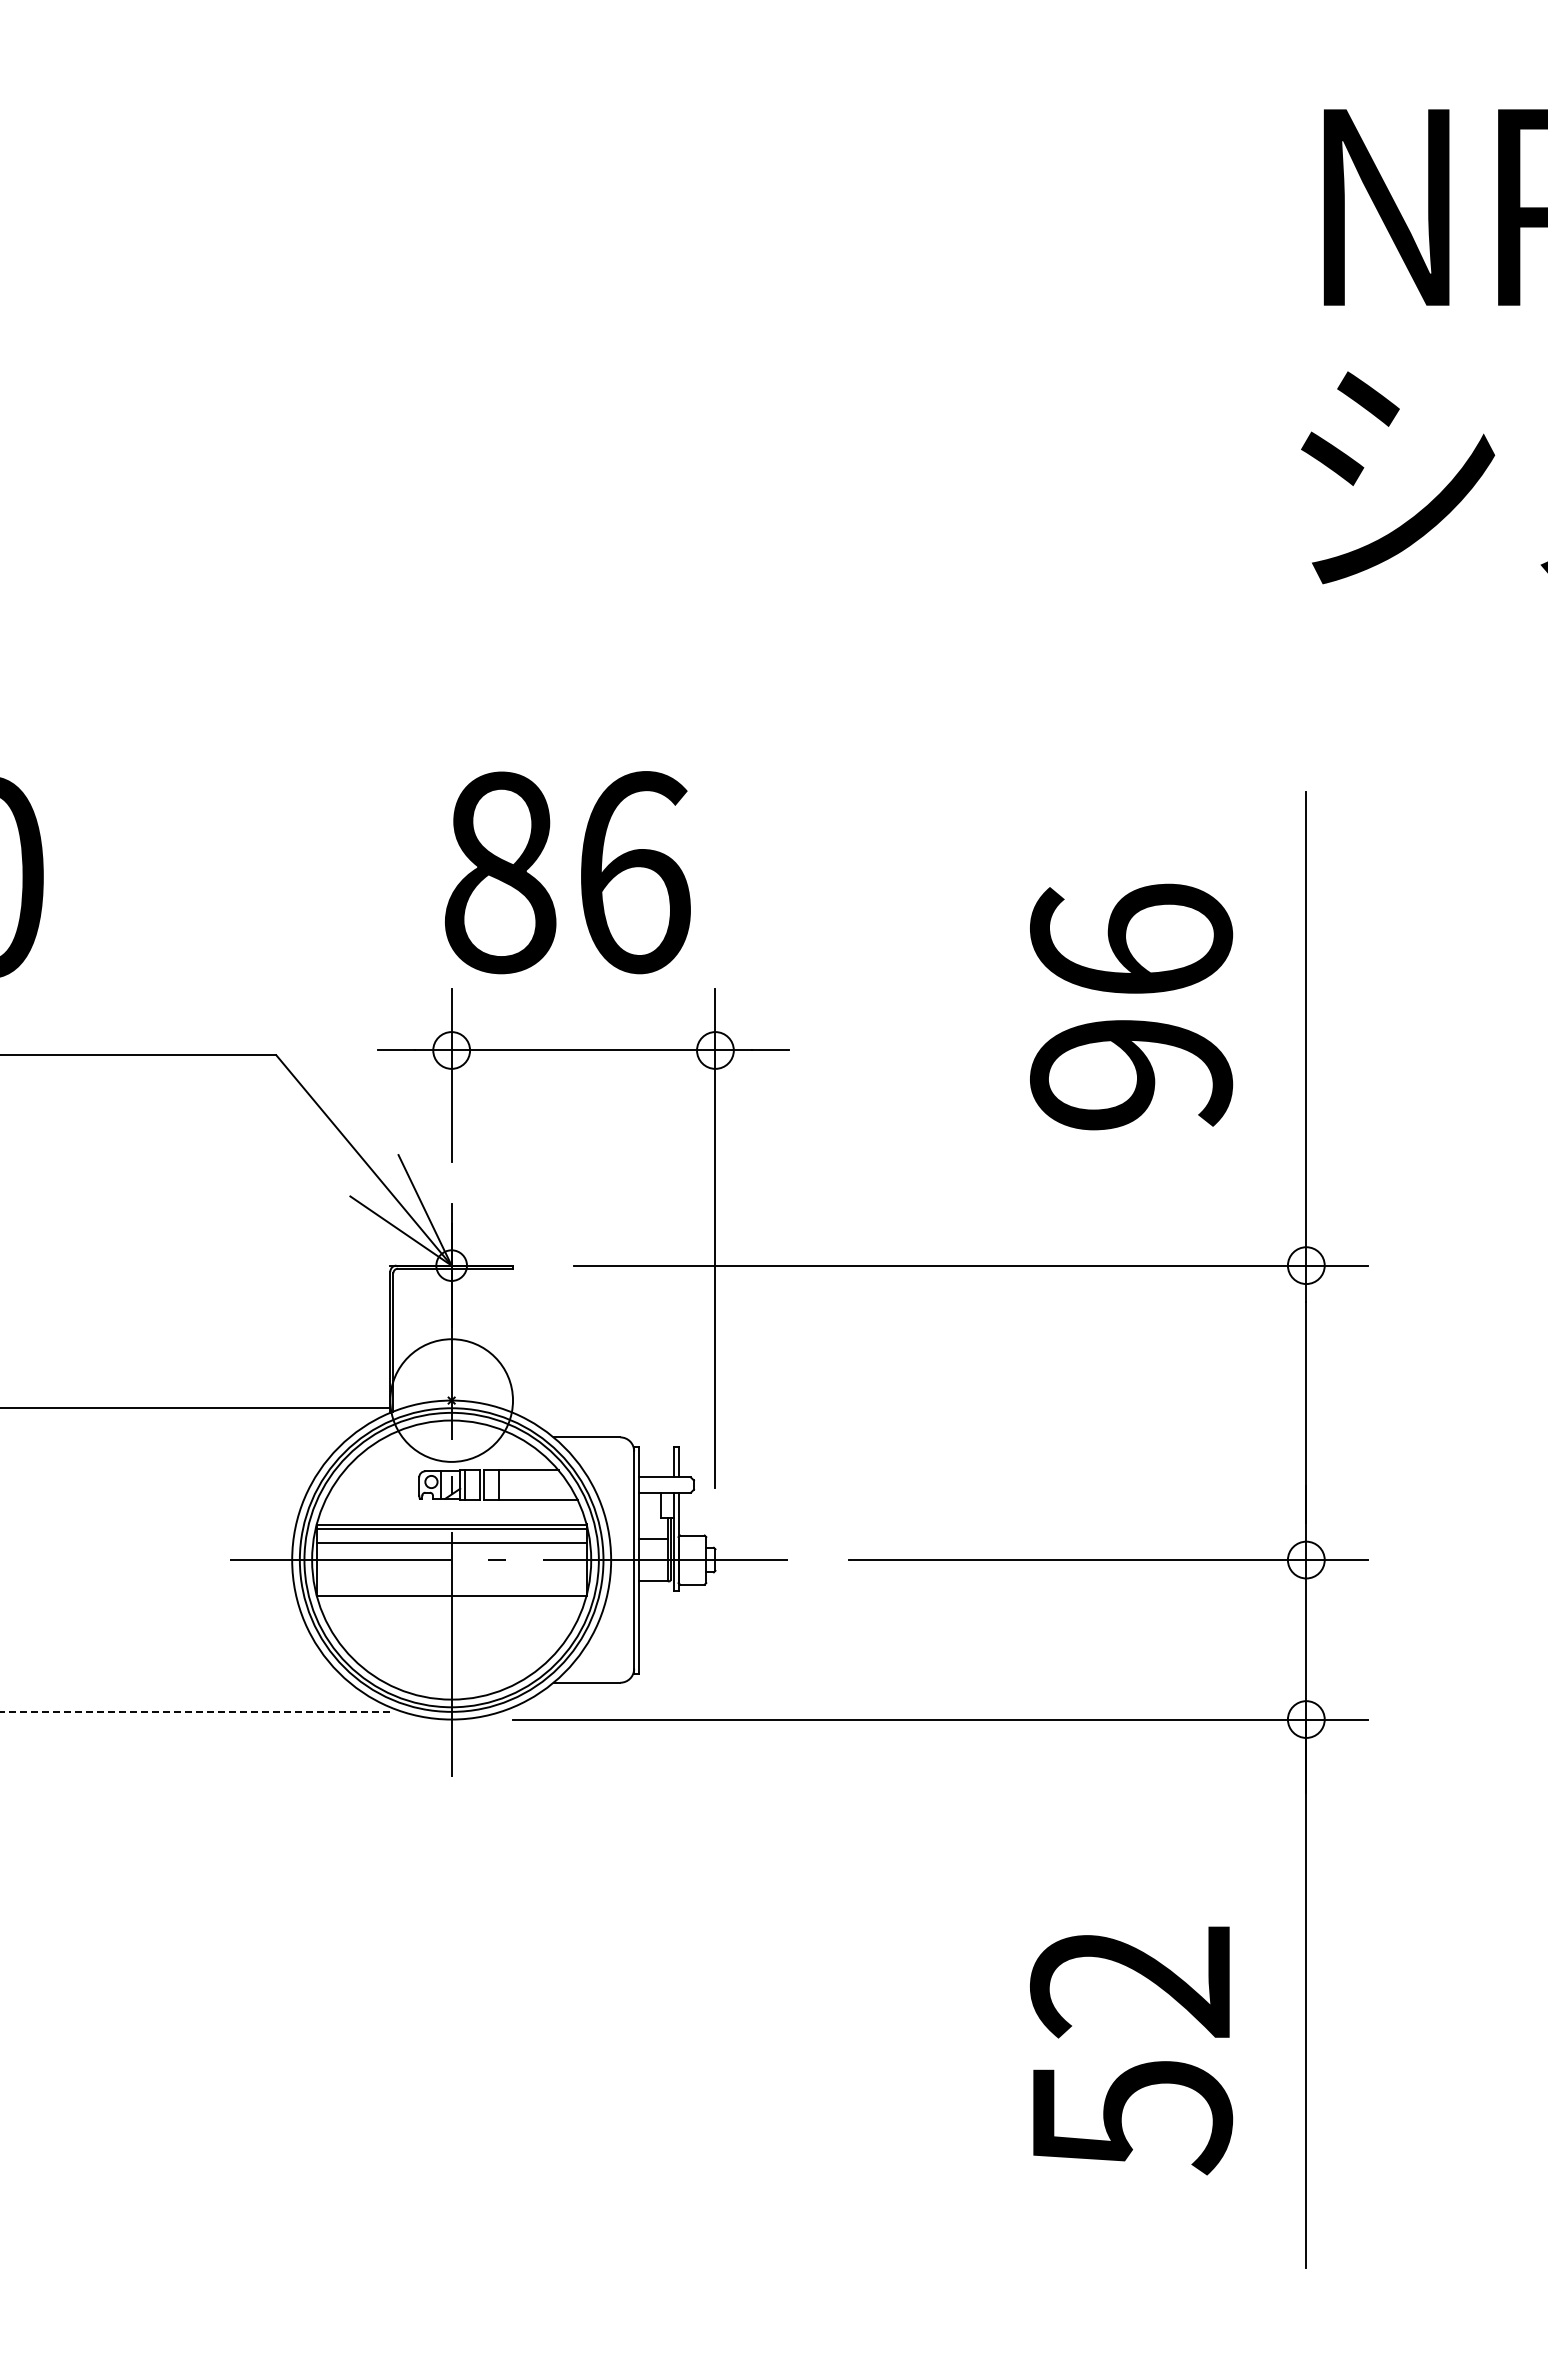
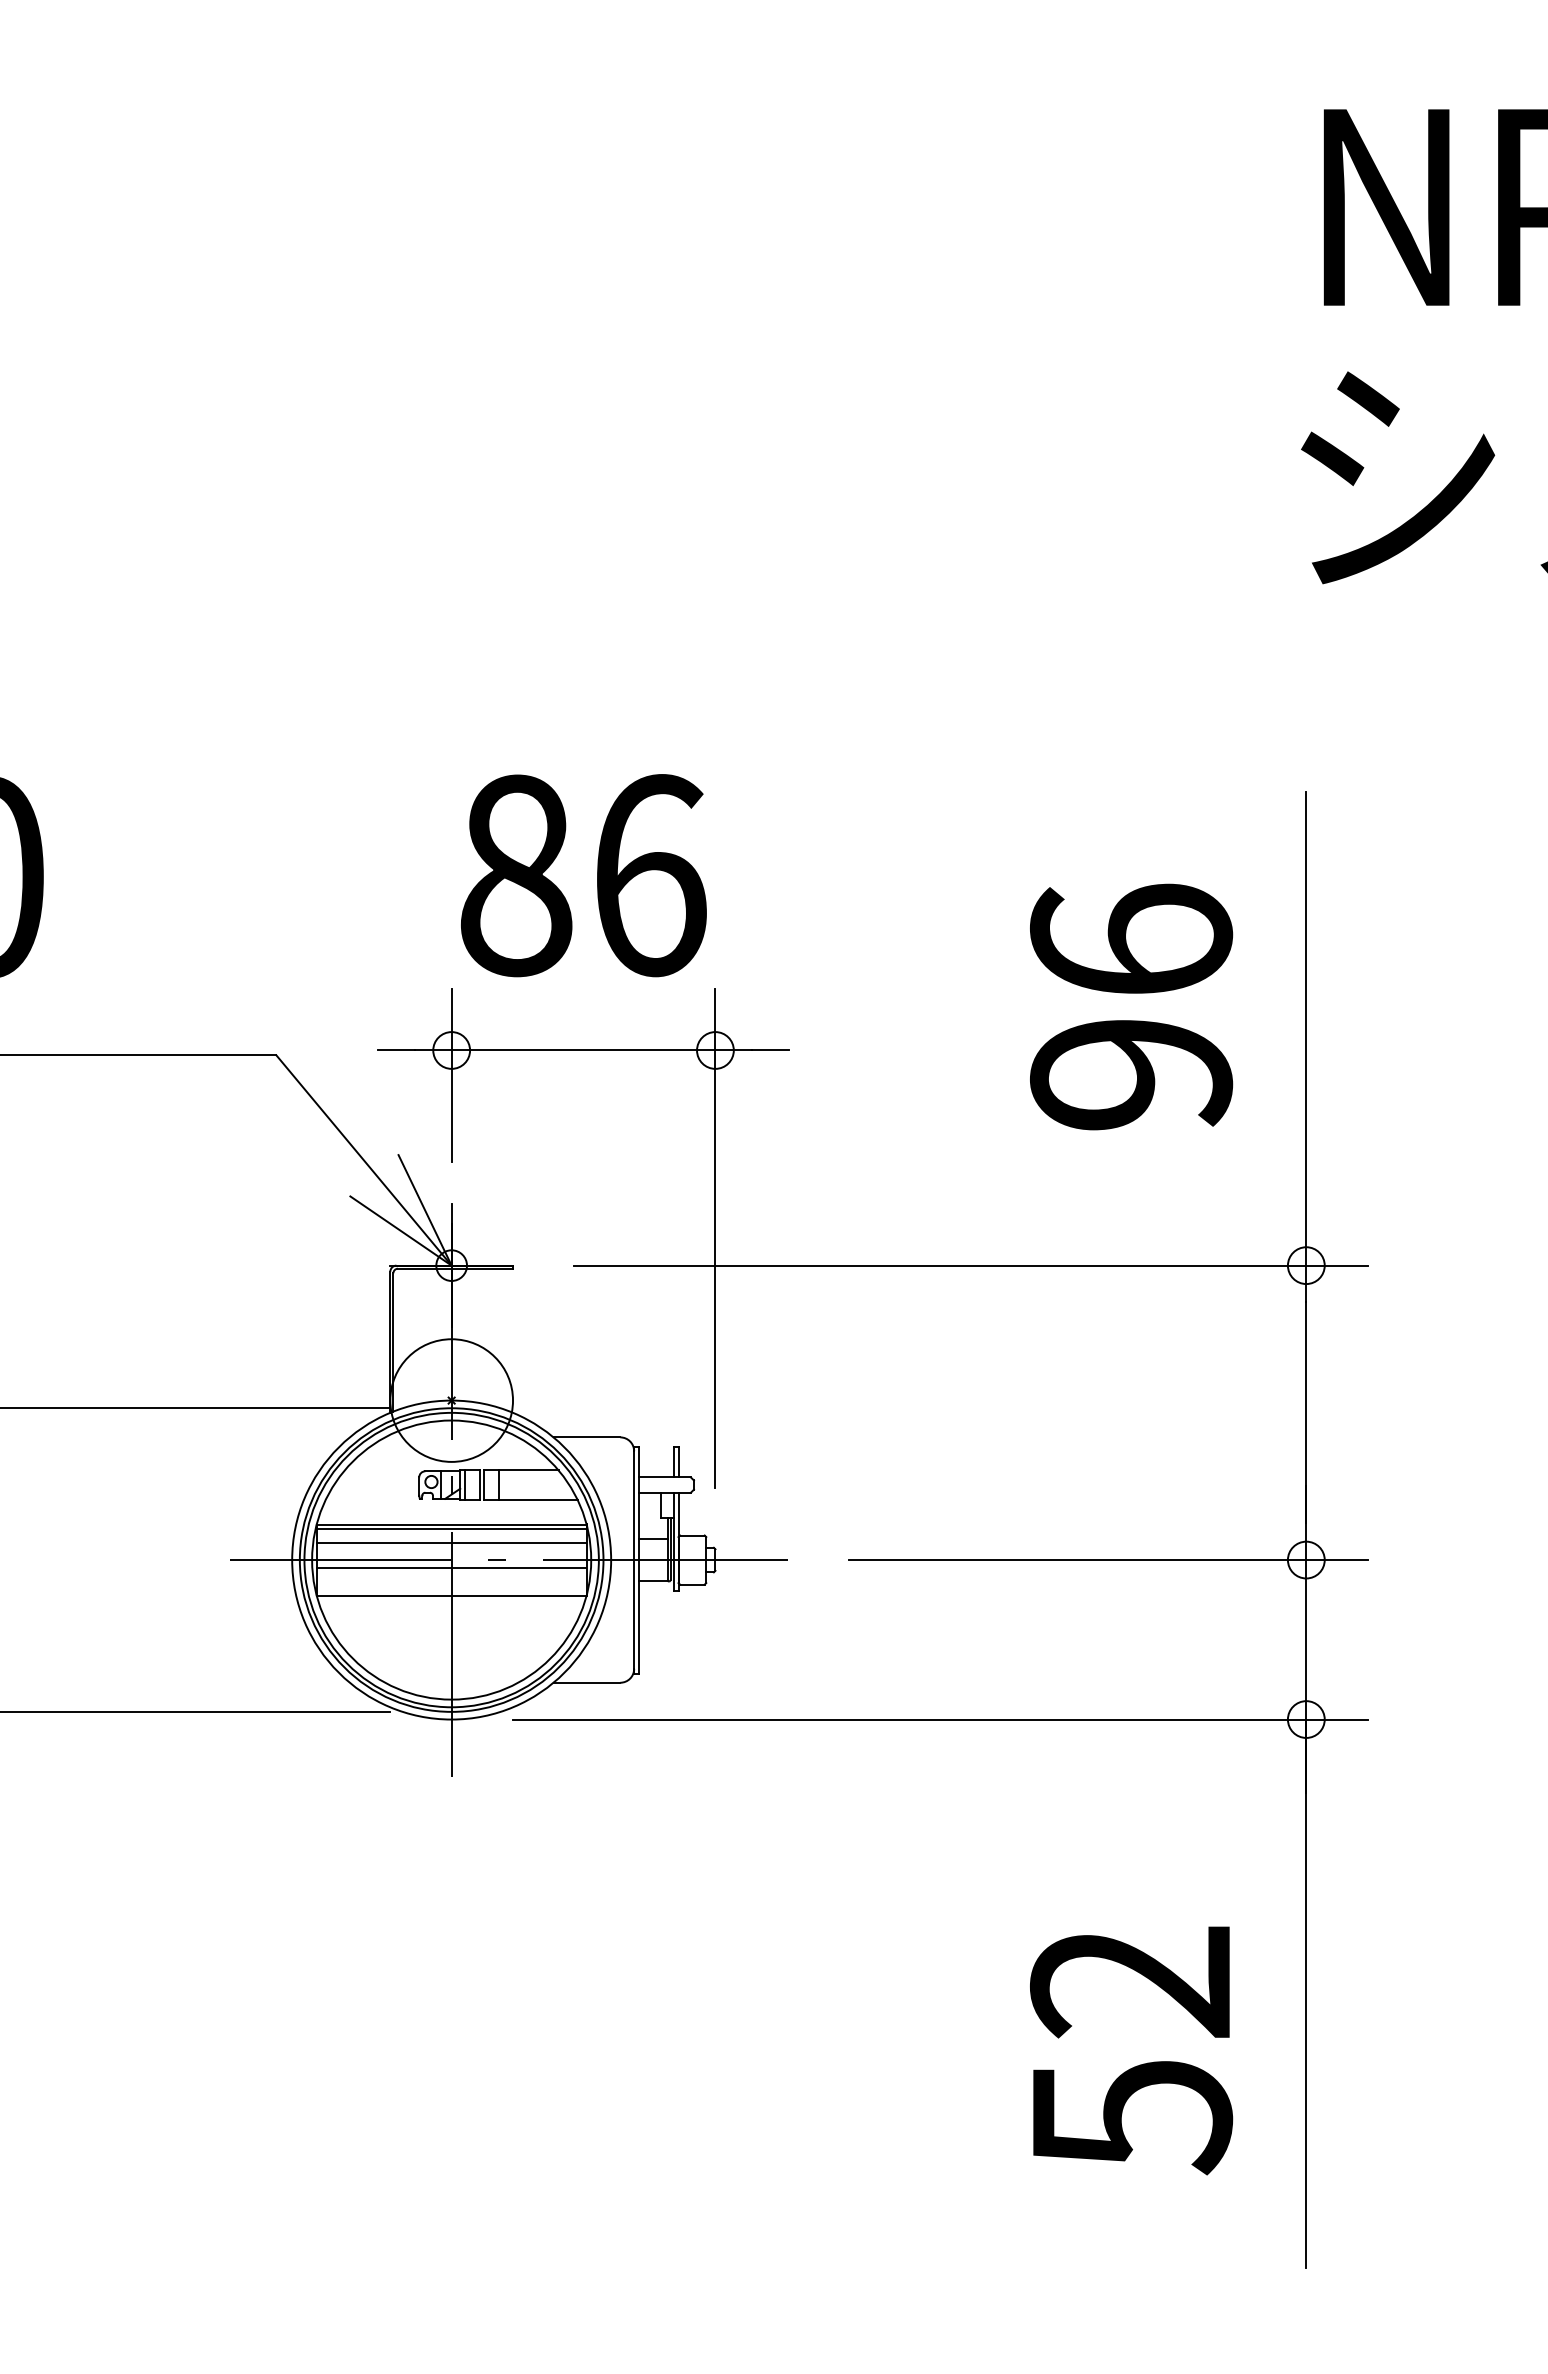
text at (567, 872) position: (567, 872) -> (583, 875)
line at (451, 1568): none -> present
line at (195, 1711): dashed -> solid
